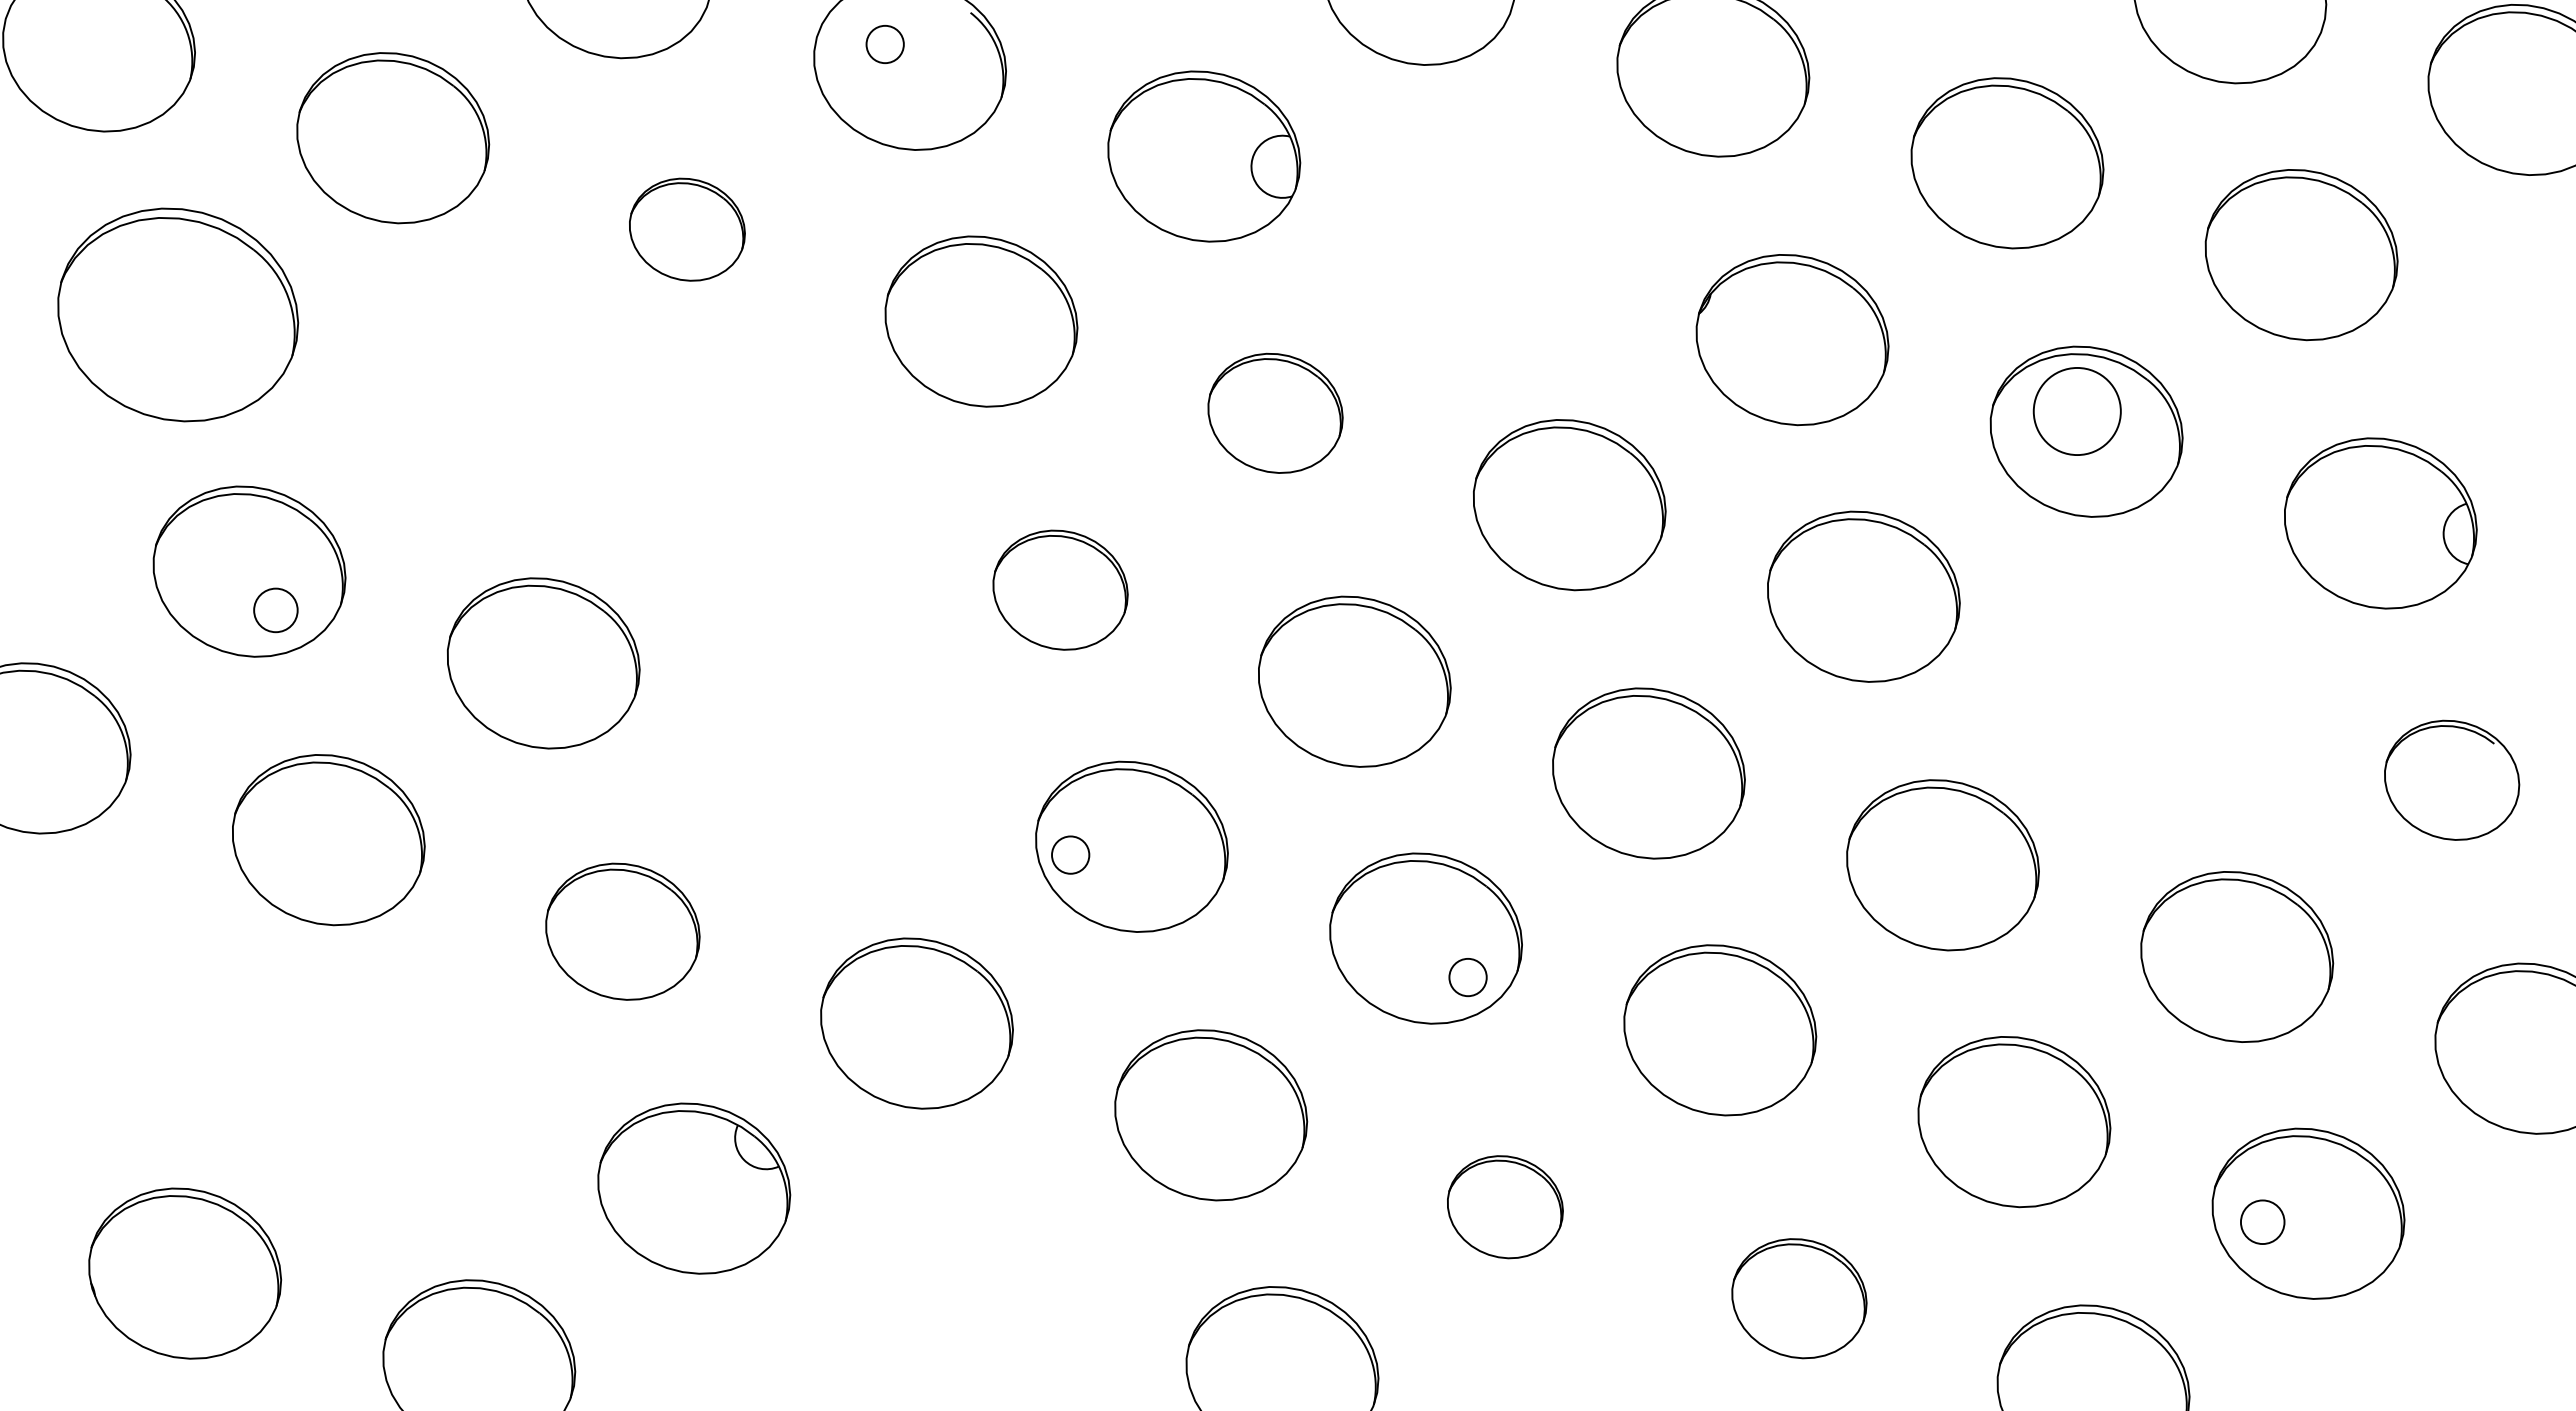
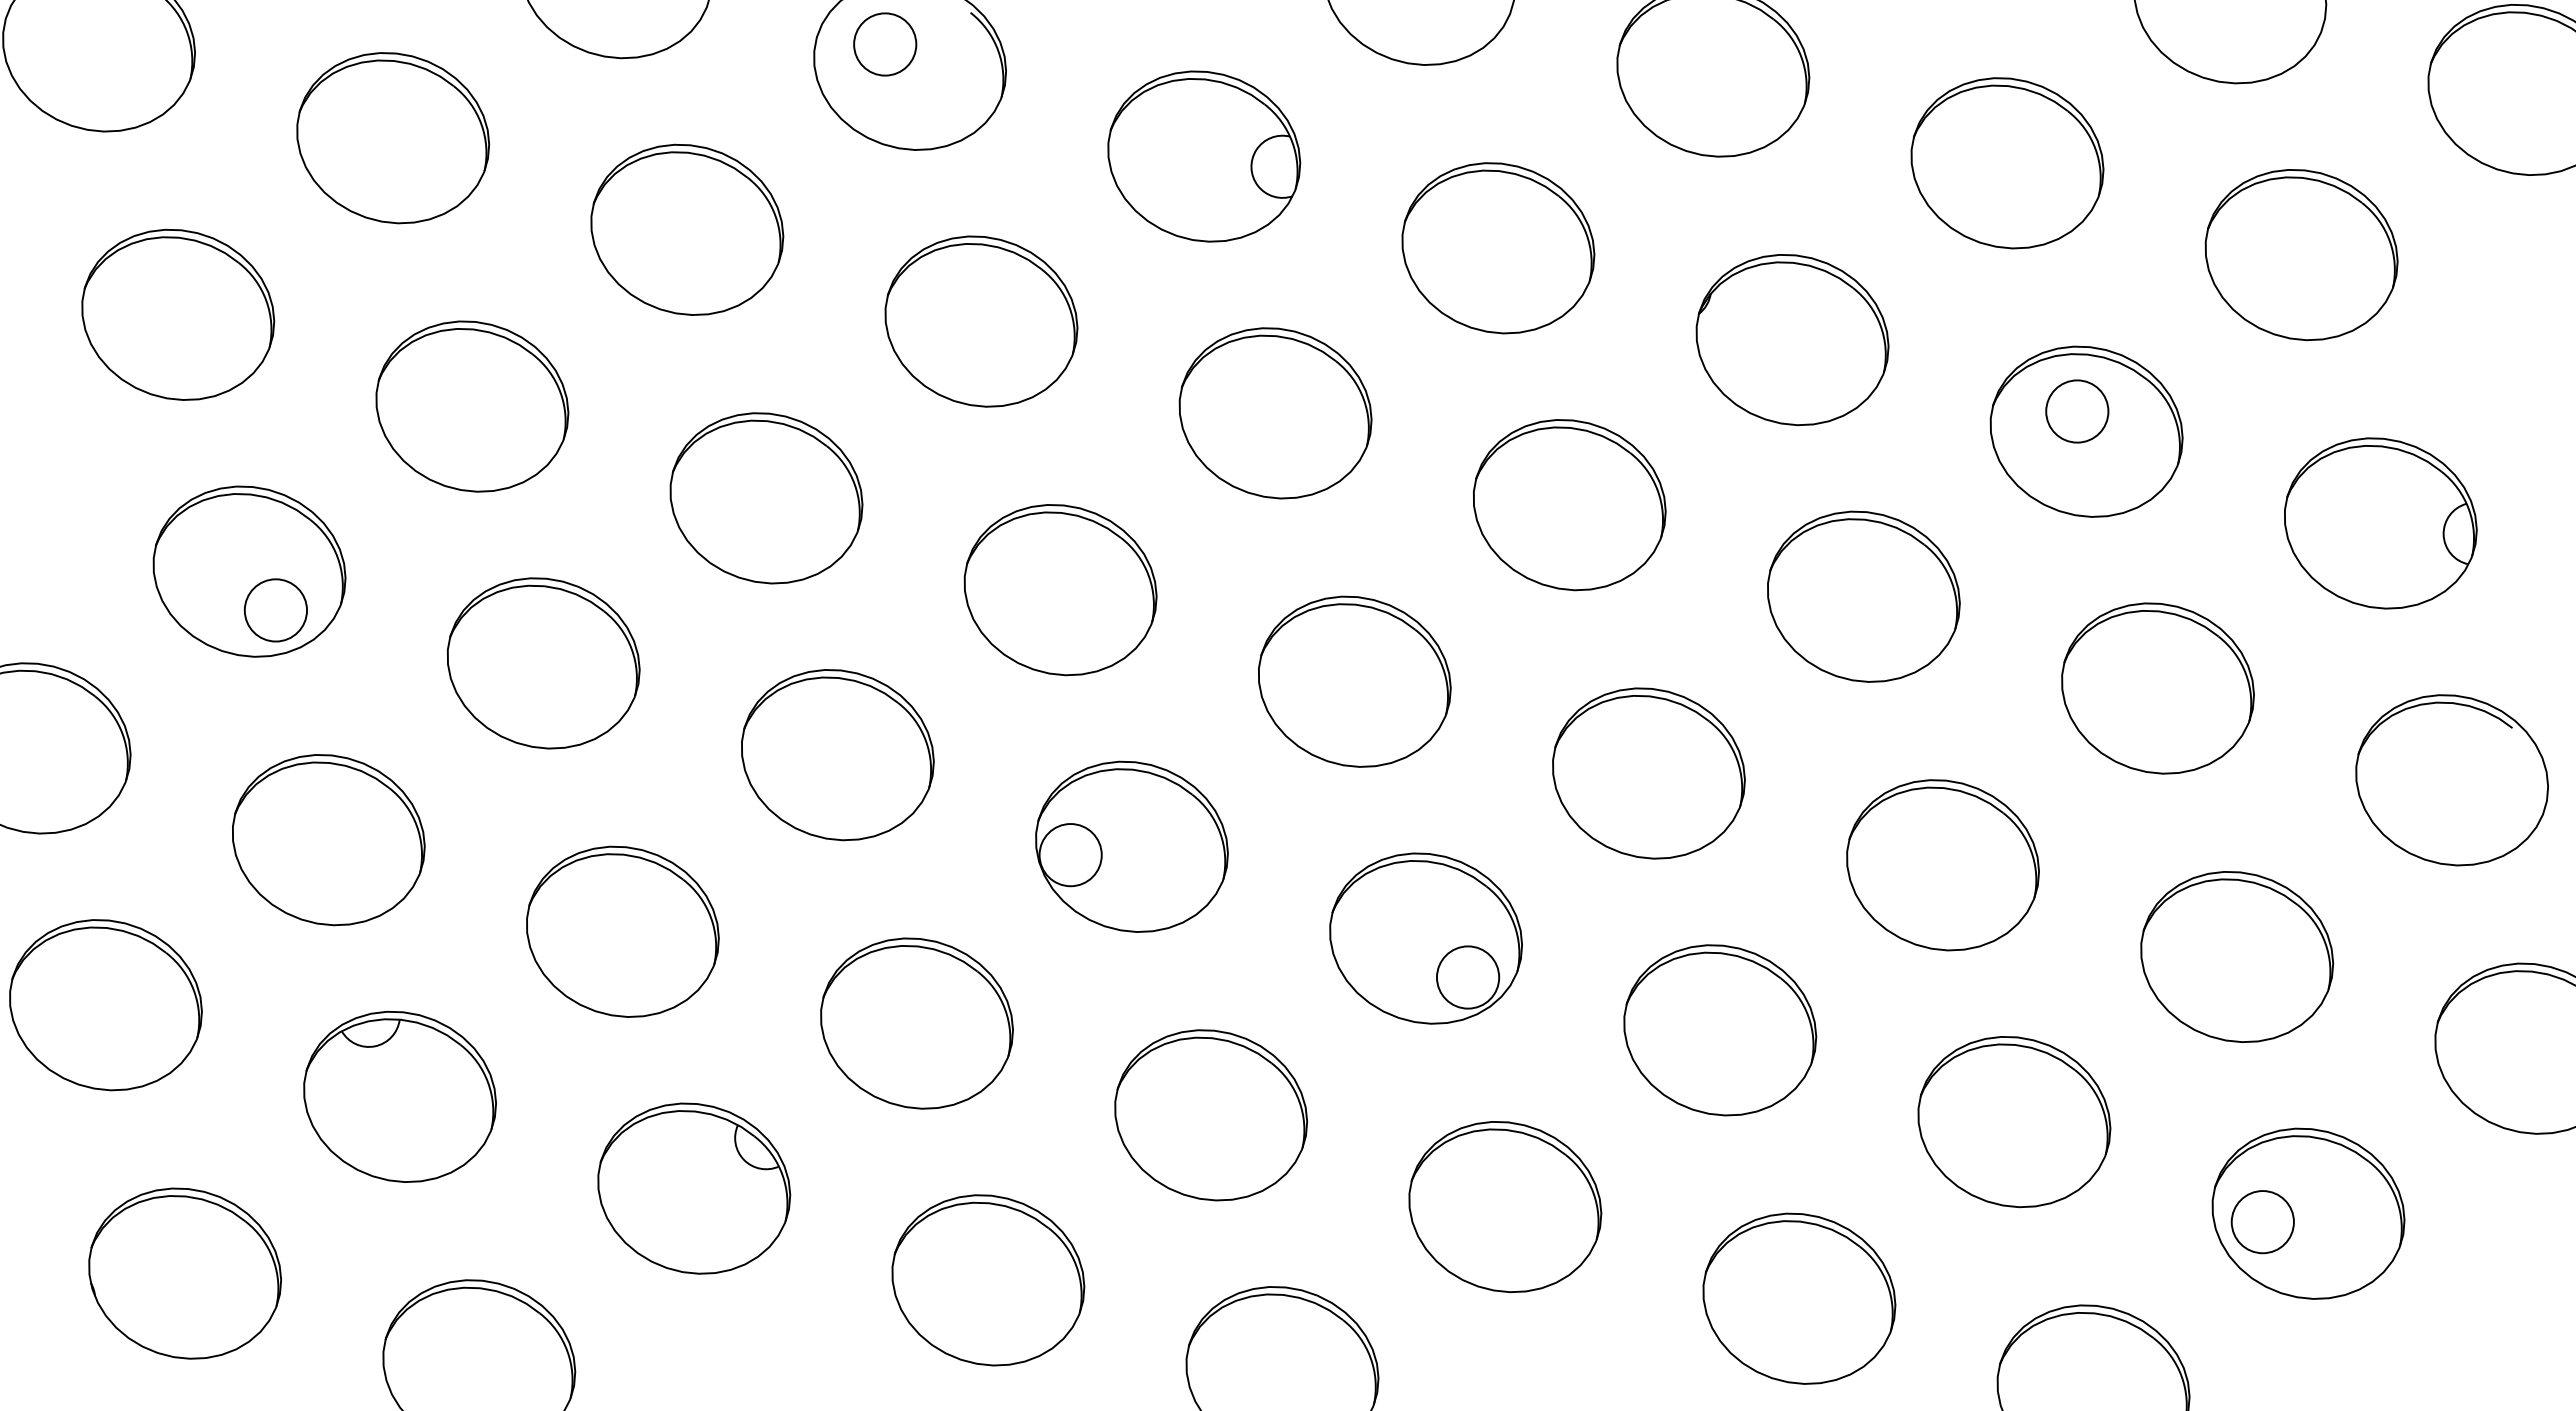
circle at (884, 44) diameter: 37 px -> 62 px
part at (687, 229) size: 117x105 px -> 195x173 px
part at (1498, 248): none -> present
part at (178, 314) size: 243x216 px -> 195x173 px
part at (472, 406): none -> present
circle at (2076, 411) diameter: 87 px -> 62 px
part at (1275, 412) size: 137x122 px -> 195x173 px
part at (766, 498): none -> present
part at (1060, 589) size: 137x122 px -> 195x173 px
circle at (275, 610) diameter: 44 px -> 62 px
part at (2157, 688): none -> present
part at (837, 755): none -> present
part at (2452, 779) size: 137x122 px -> 194x173 px
circle at (1070, 854) diameter: 37 px -> 62 px
part at (622, 931) size: 156x139 px -> 194x173 px
circle at (1467, 977) diameter: 37 px -> 62 px
part at (105, 1005): none -> present
part at (399, 1096): none -> present
part at (1505, 1207) size: 117x105 px -> 195x173 px
circle at (2262, 1221) size: 46x46 px -> 65x65 px
part at (988, 1280): none -> present
part at (1799, 1298) size: 137x122 px -> 195x173 px
